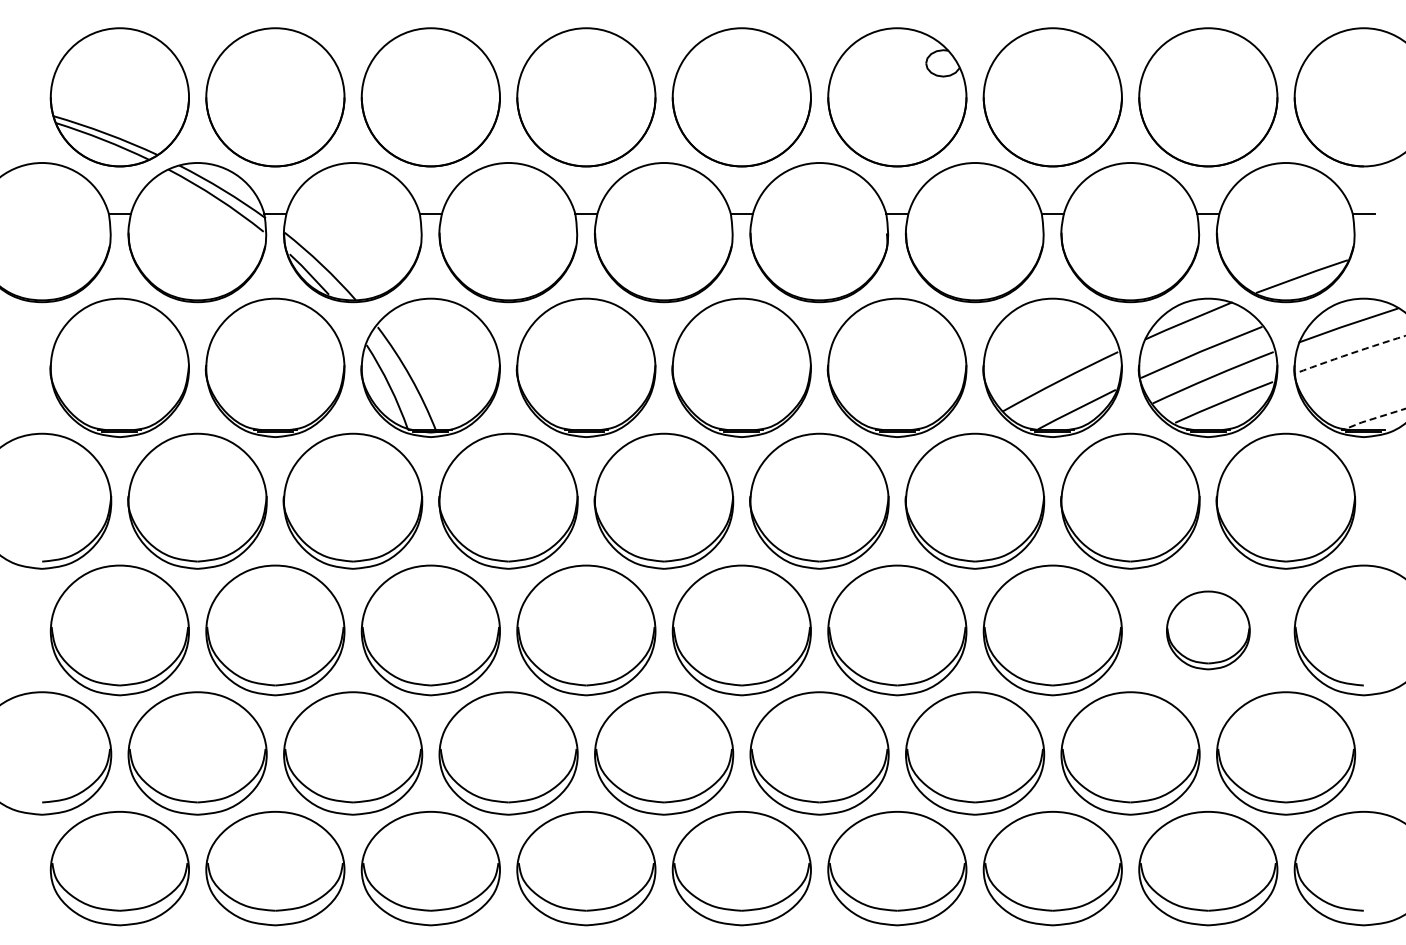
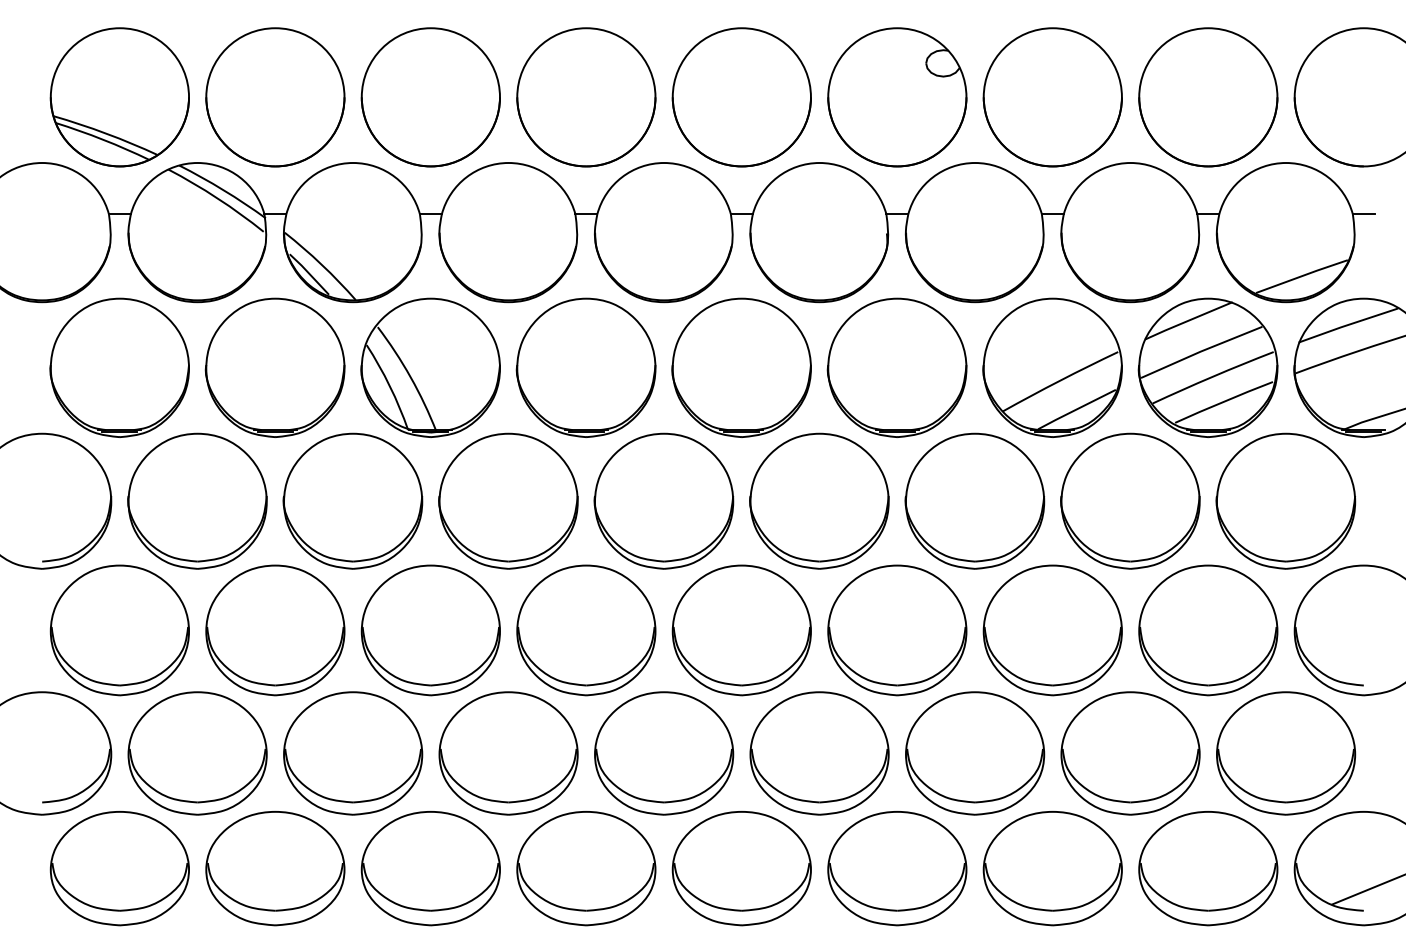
arc at (1350, 353): dashed -> solid
line at (1373, 418): dashed -> solid
part at (1208, 630) size: 85x81 px -> 141x133 px
line at (1367, 889): none -> present
